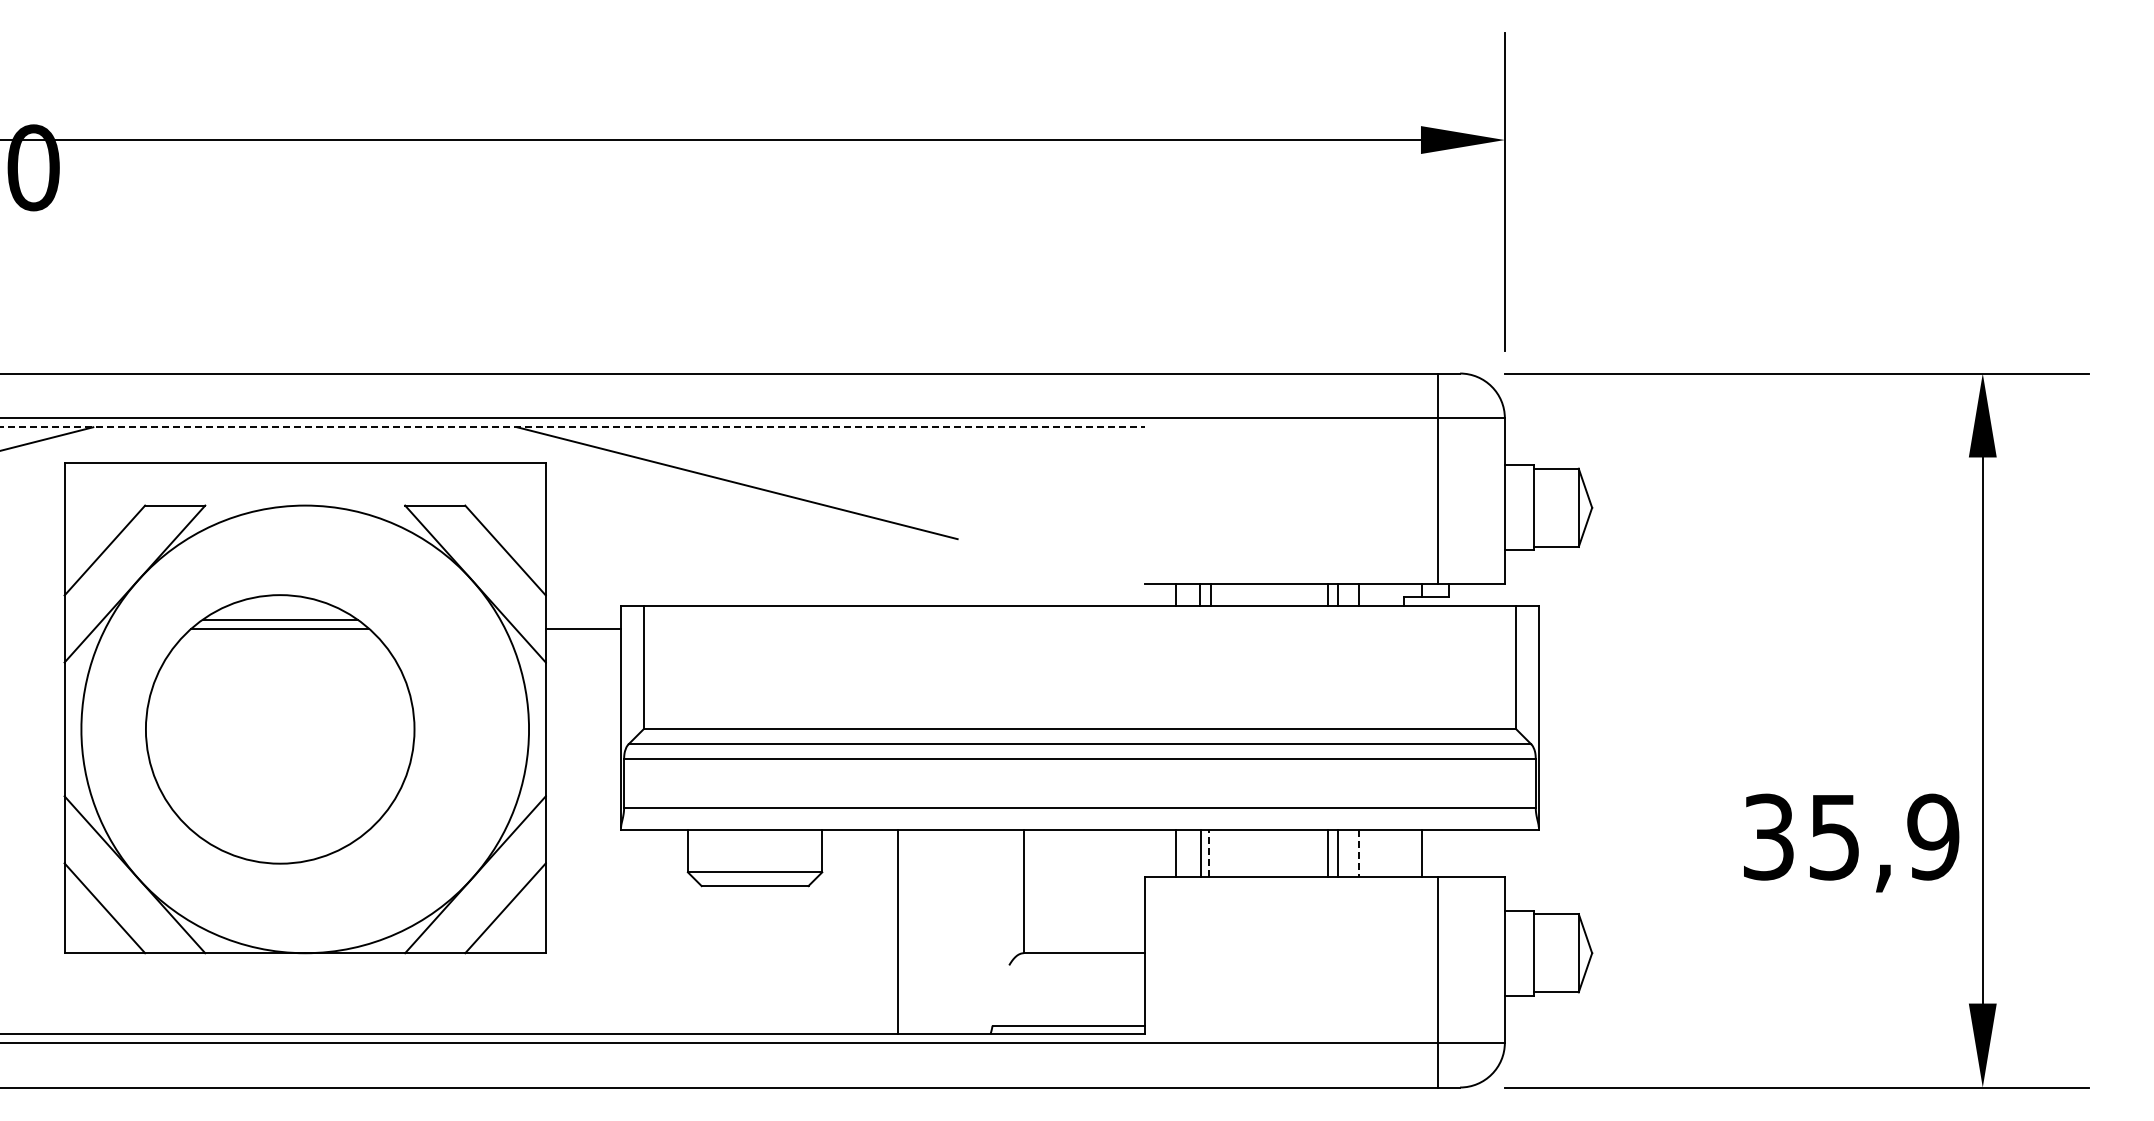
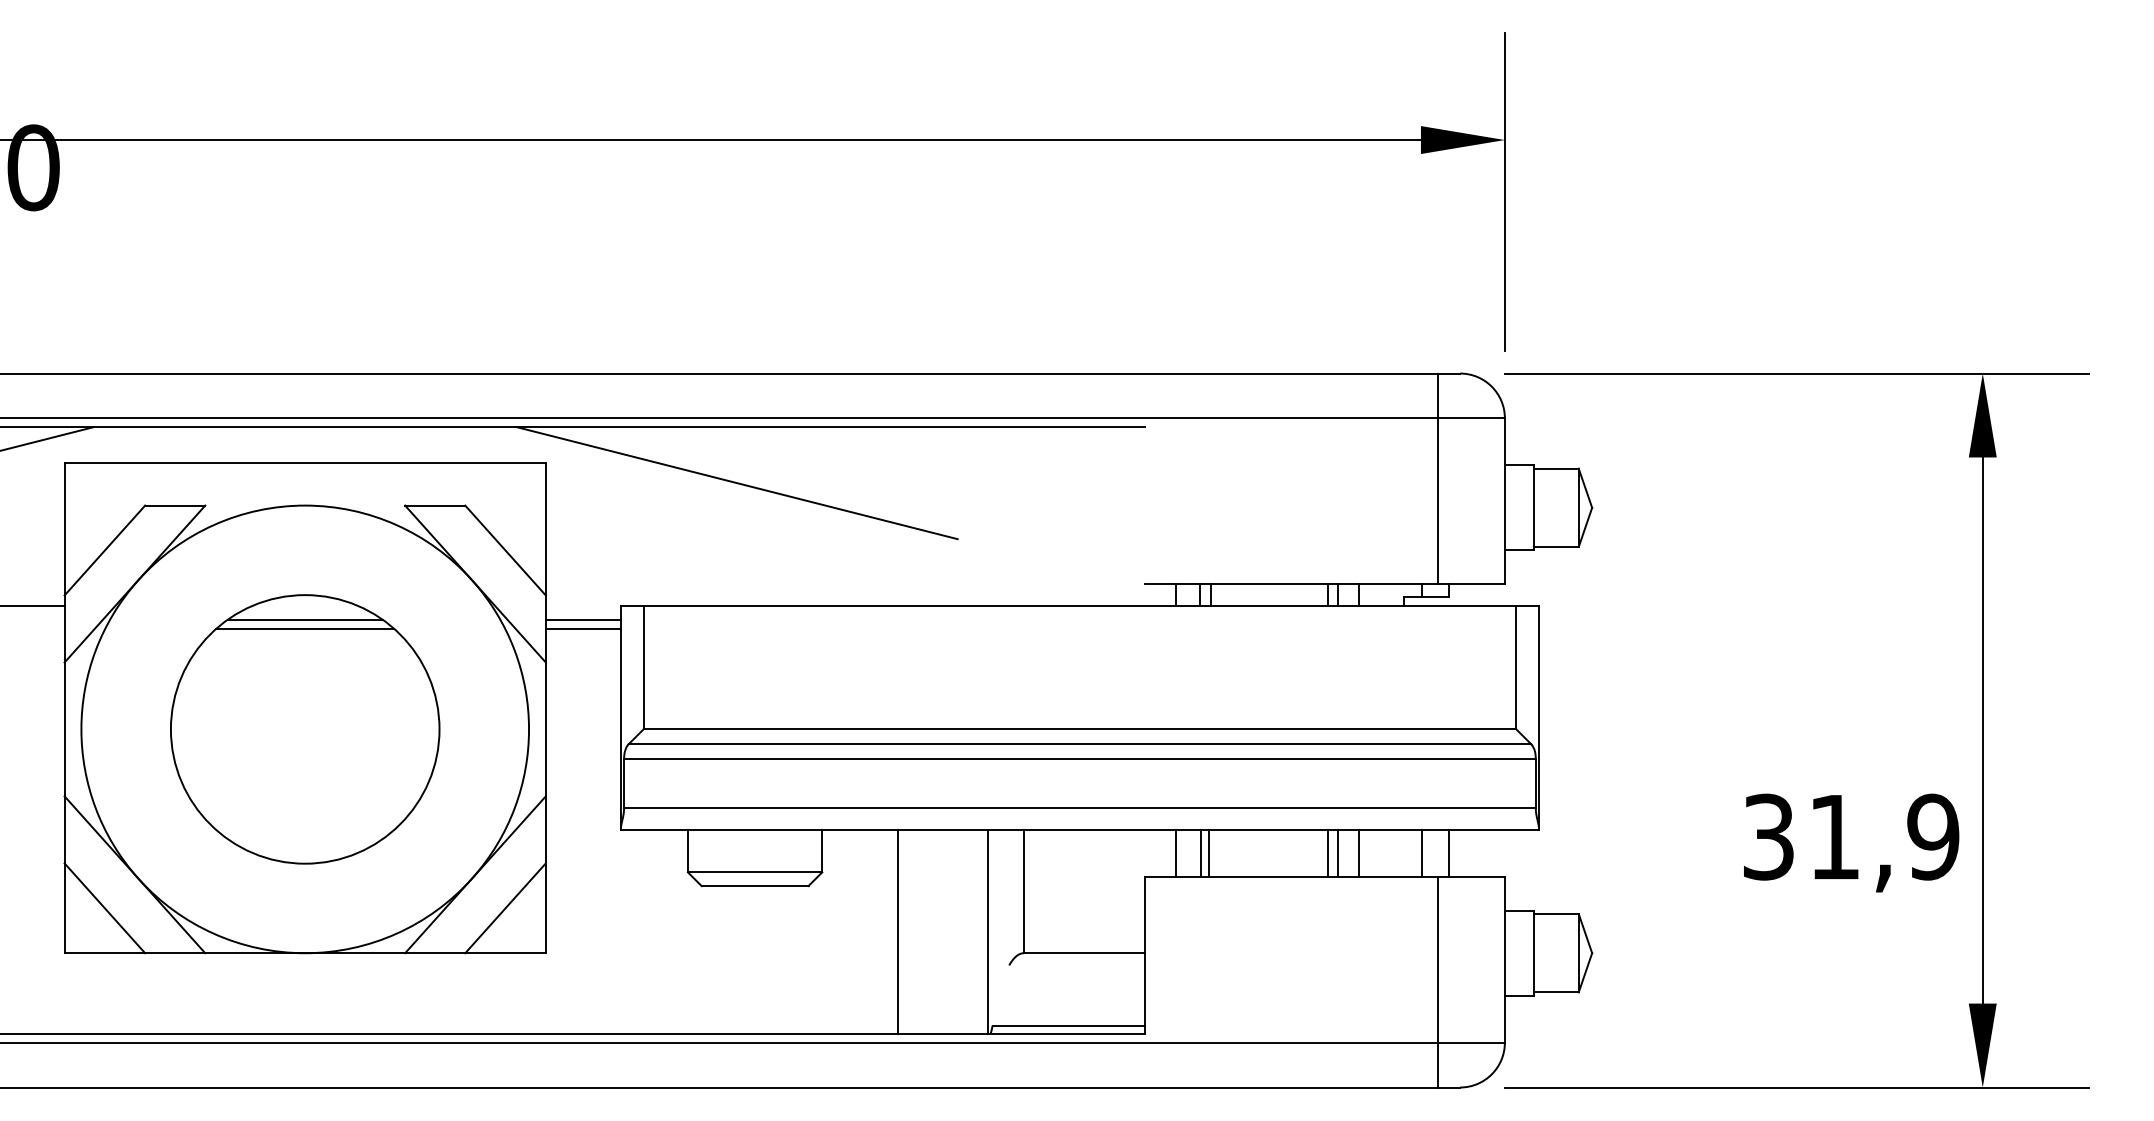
line at (572, 427): dashed -> solid
line at (33, 606): none -> present
line at (583, 619): none -> present
part at (280, 729) position: (280, 729) -> (305, 729)
text at (1834, 837): 35,9 -> 31,9
line at (1209, 853): dashed -> solid
line at (1359, 853): dashed -> solid
line at (1448, 853): none -> present
line at (987, 931): none -> present
